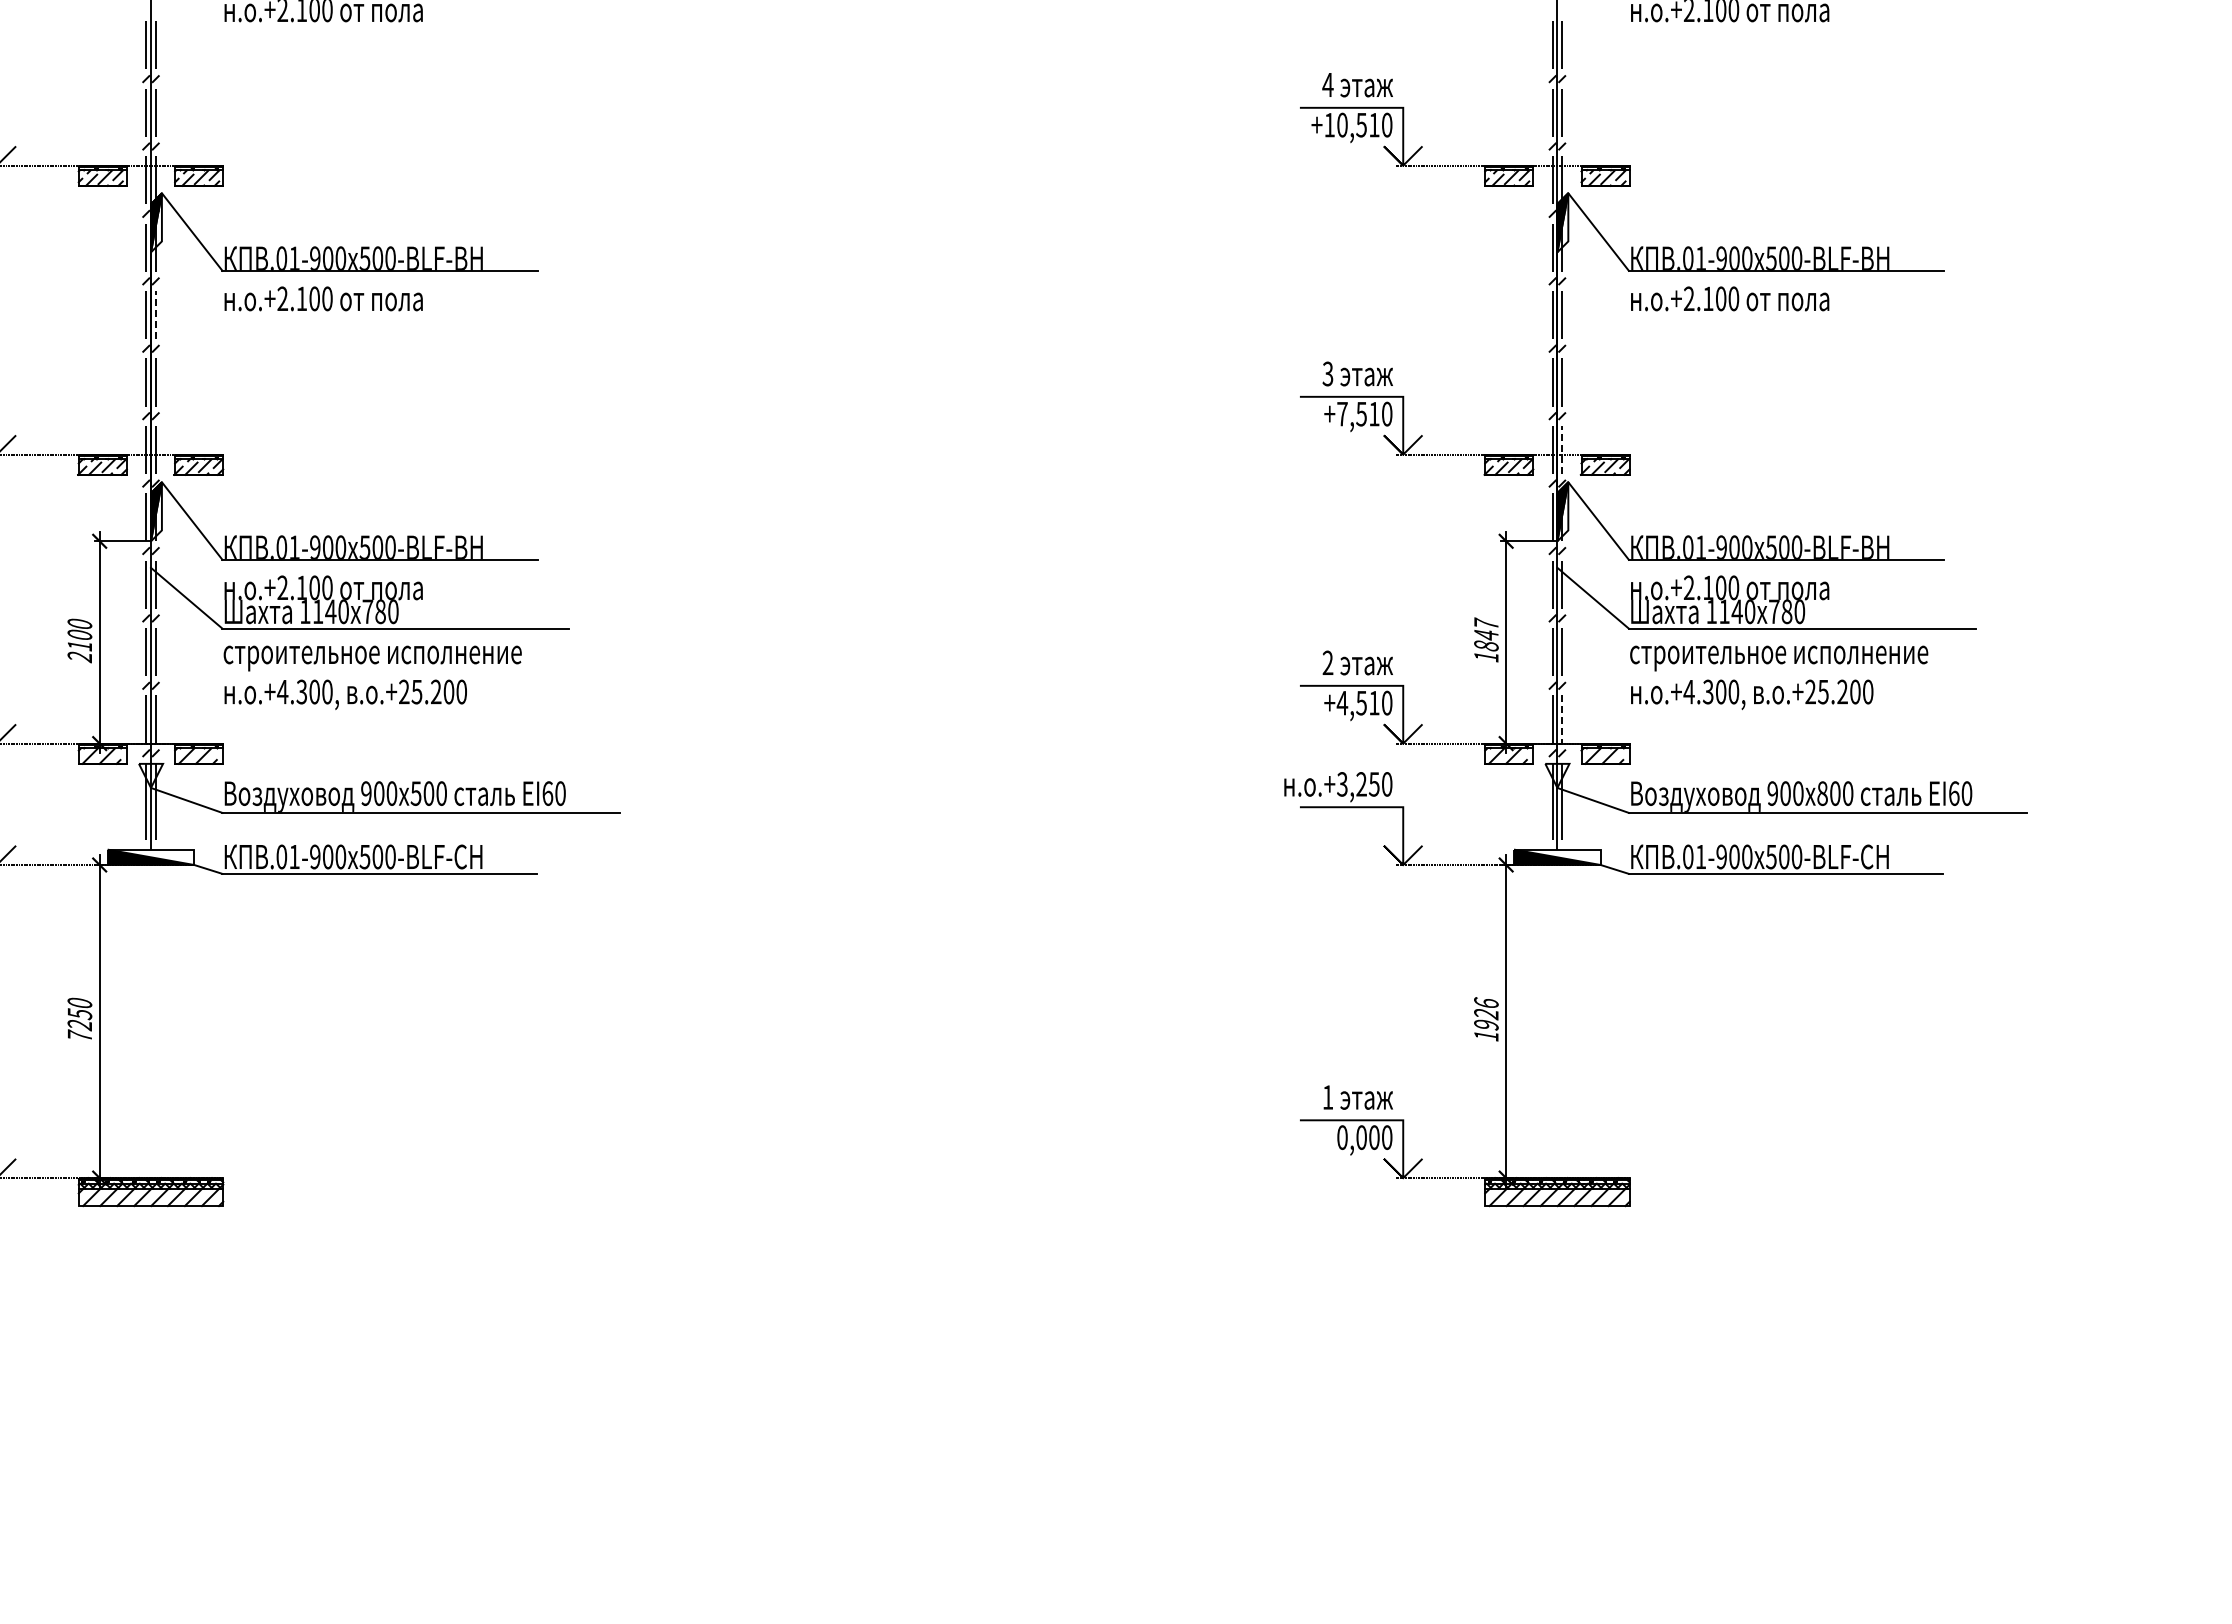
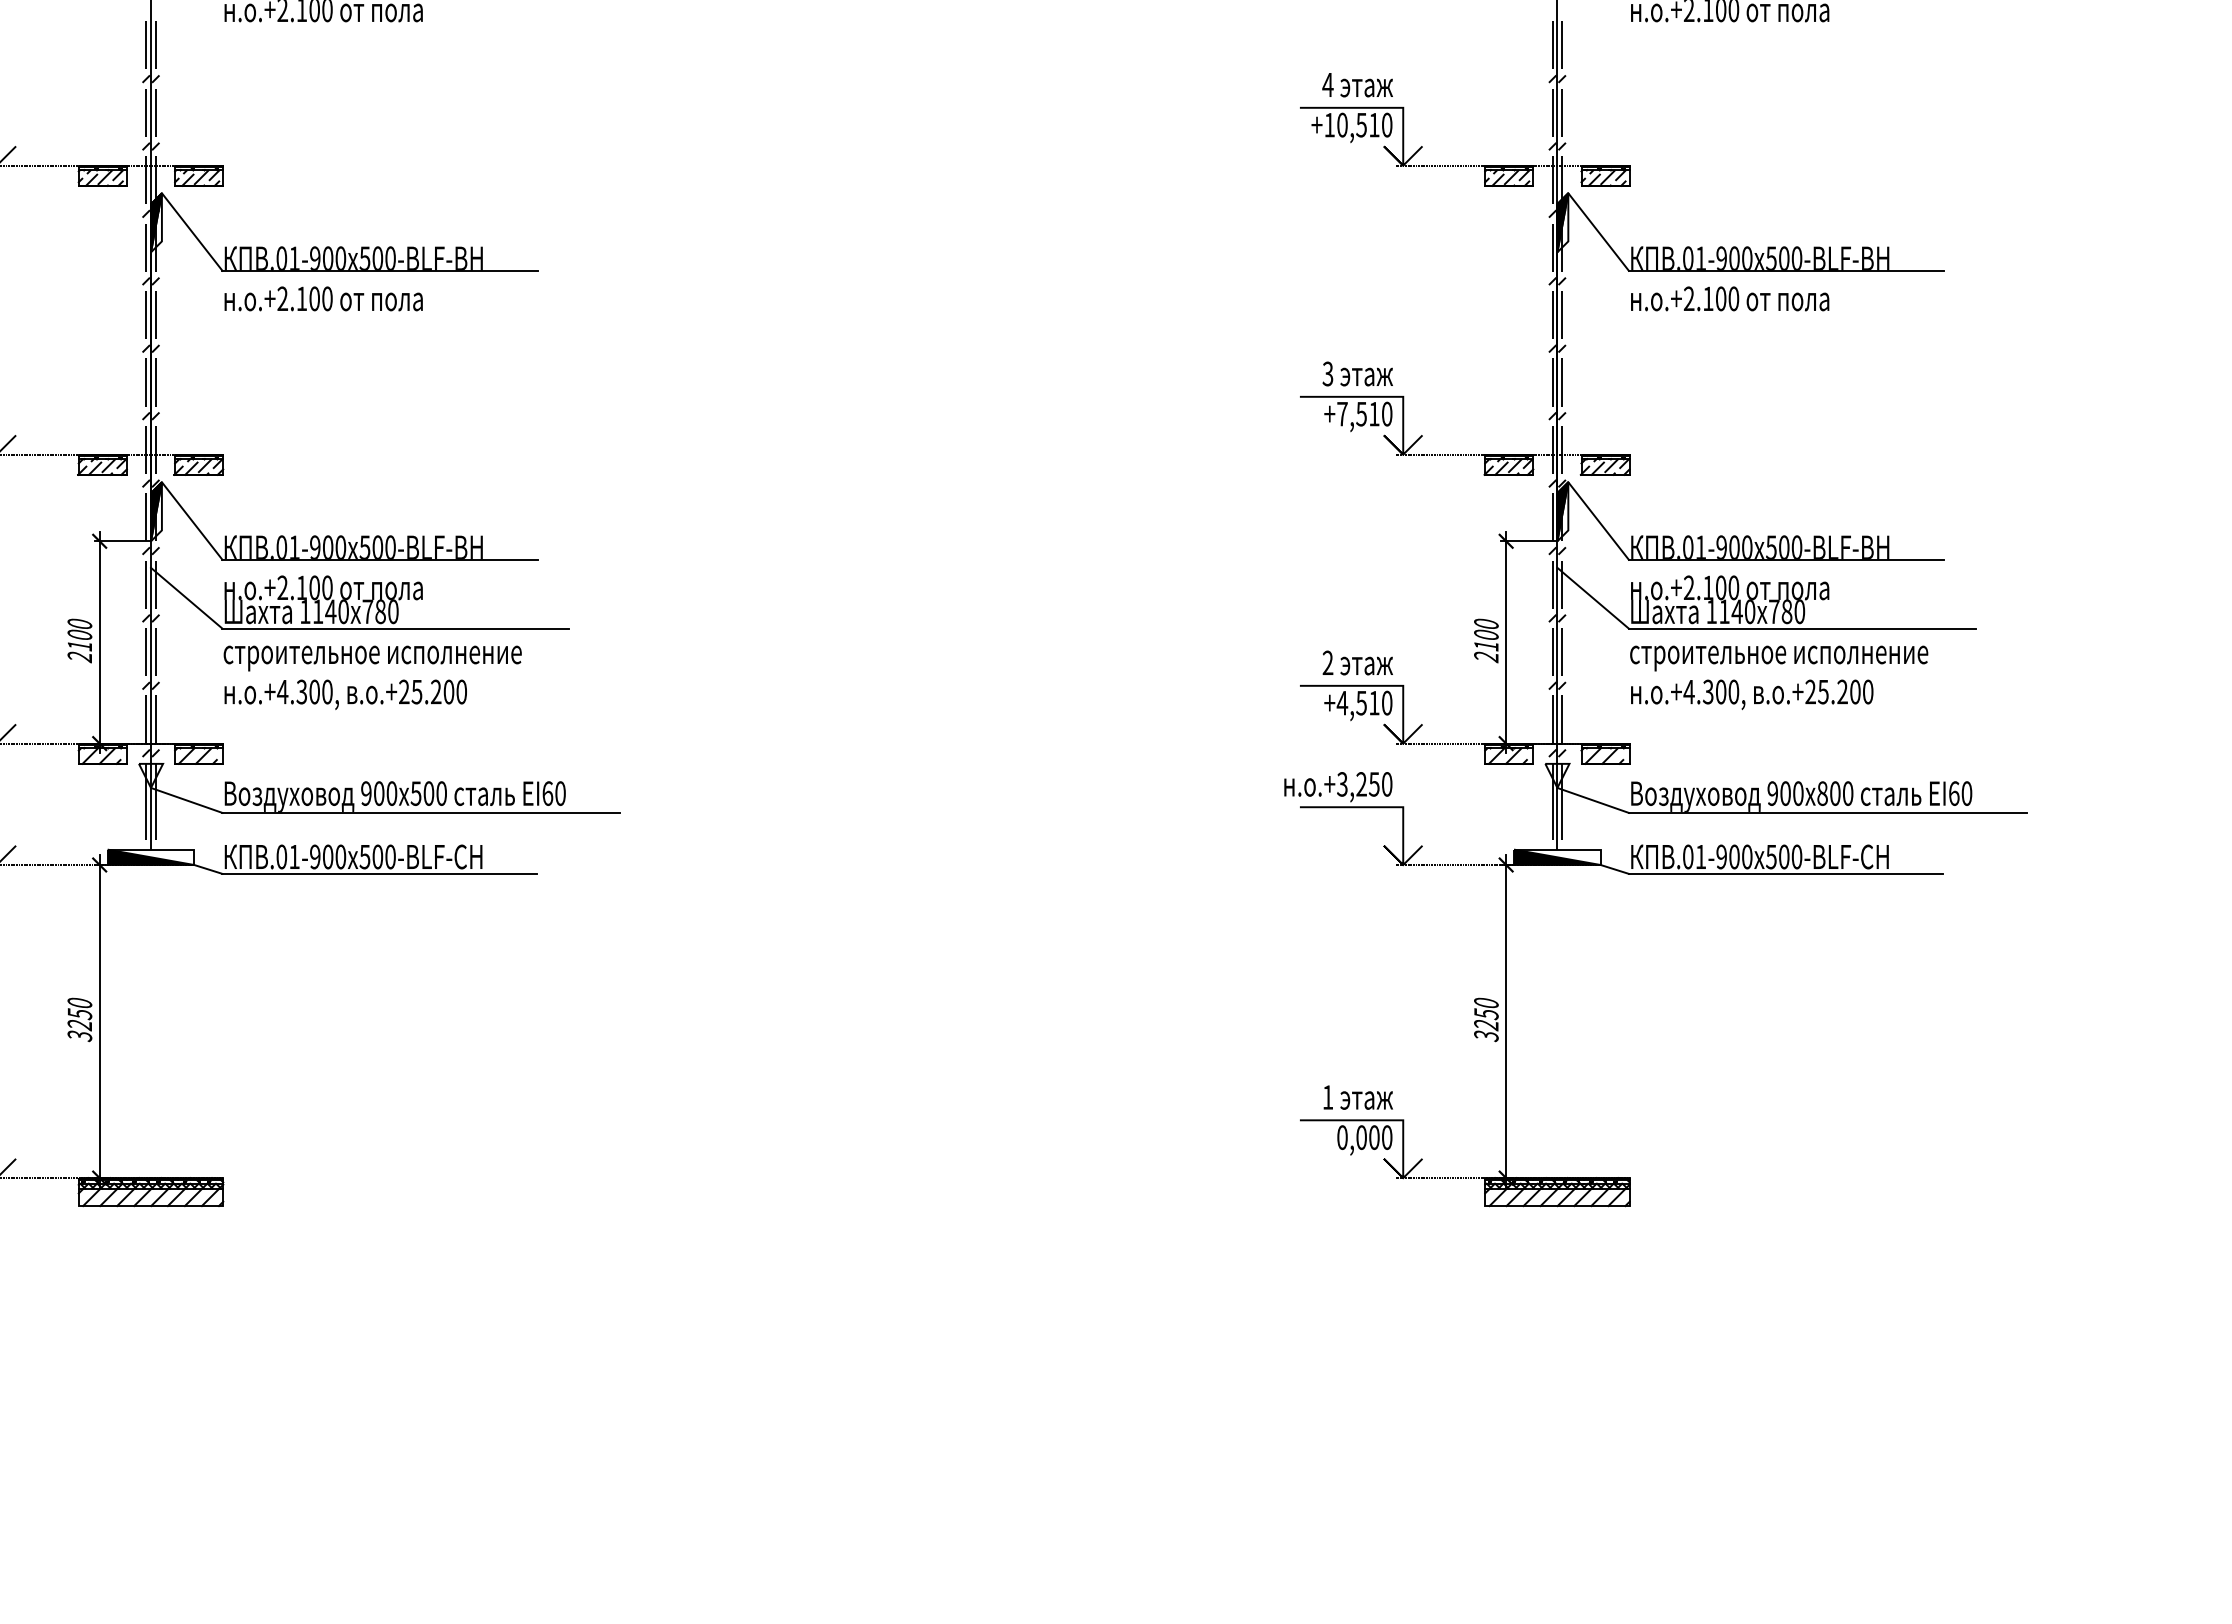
line at (155, 314): dashed -> solid
line at (1562, 449): dashed -> solid
text at (1486, 640): 1847 -> 2100
line at (1562, 720): dashed -> solid
text at (1486, 1019): 1926 -> 3250
text at (79, 1035): 7250 -> 3250
